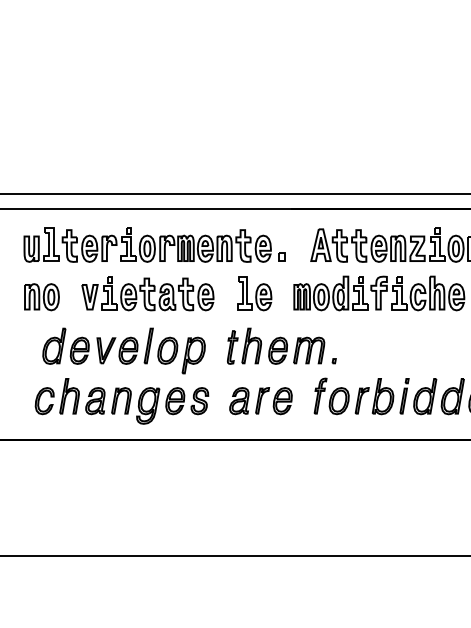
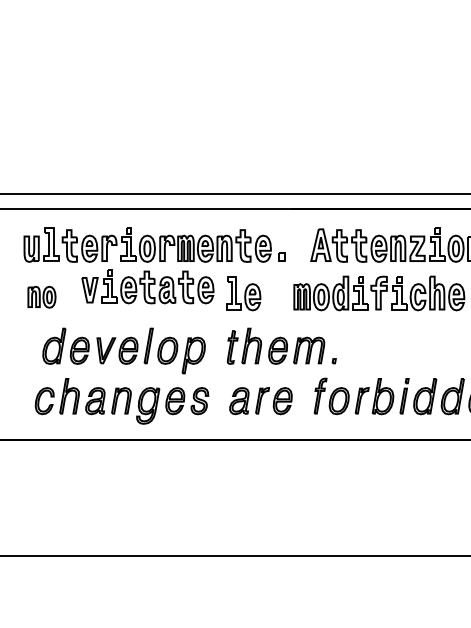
part at (147, 293) position: (147, 293) -> (147, 286)
part at (254, 293) position: (254, 293) -> (243, 293)
part at (41, 297) size: 36x29 px -> 30x24 px
